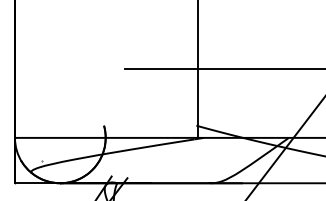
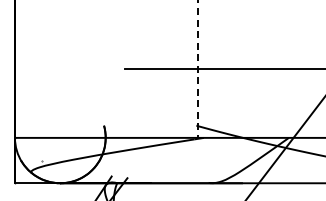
line at (197, 69): solid -> dashed
